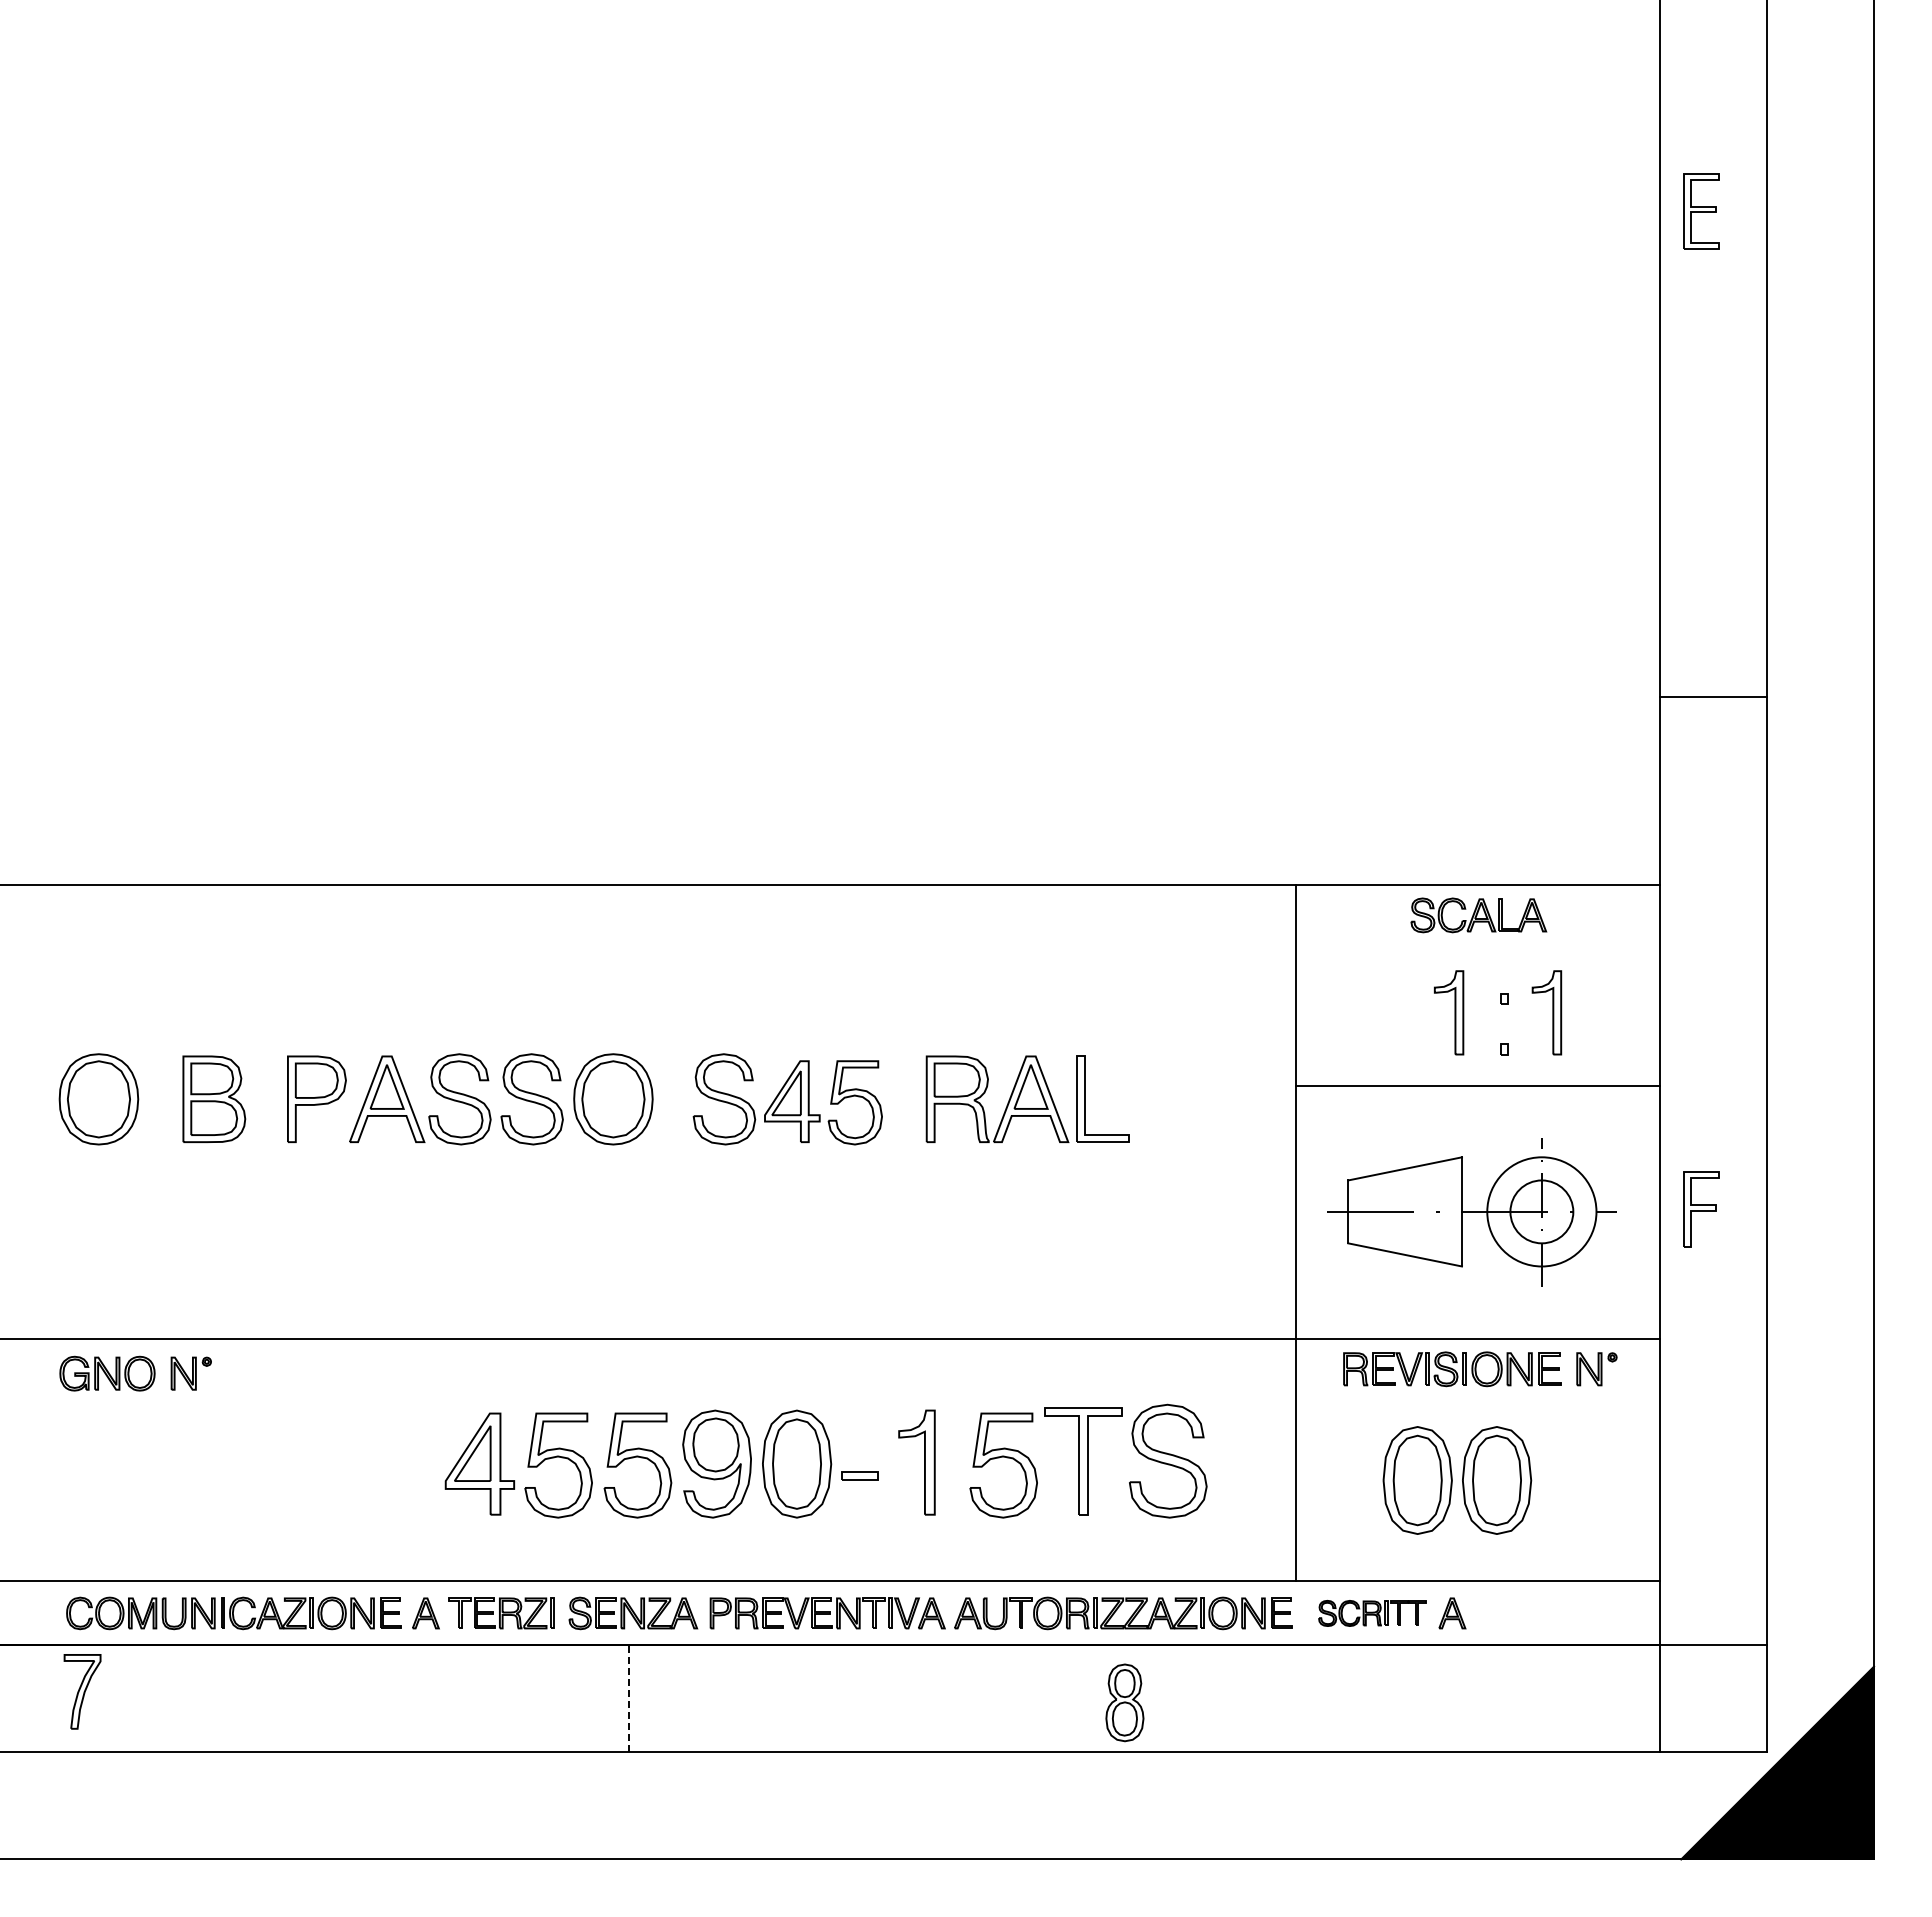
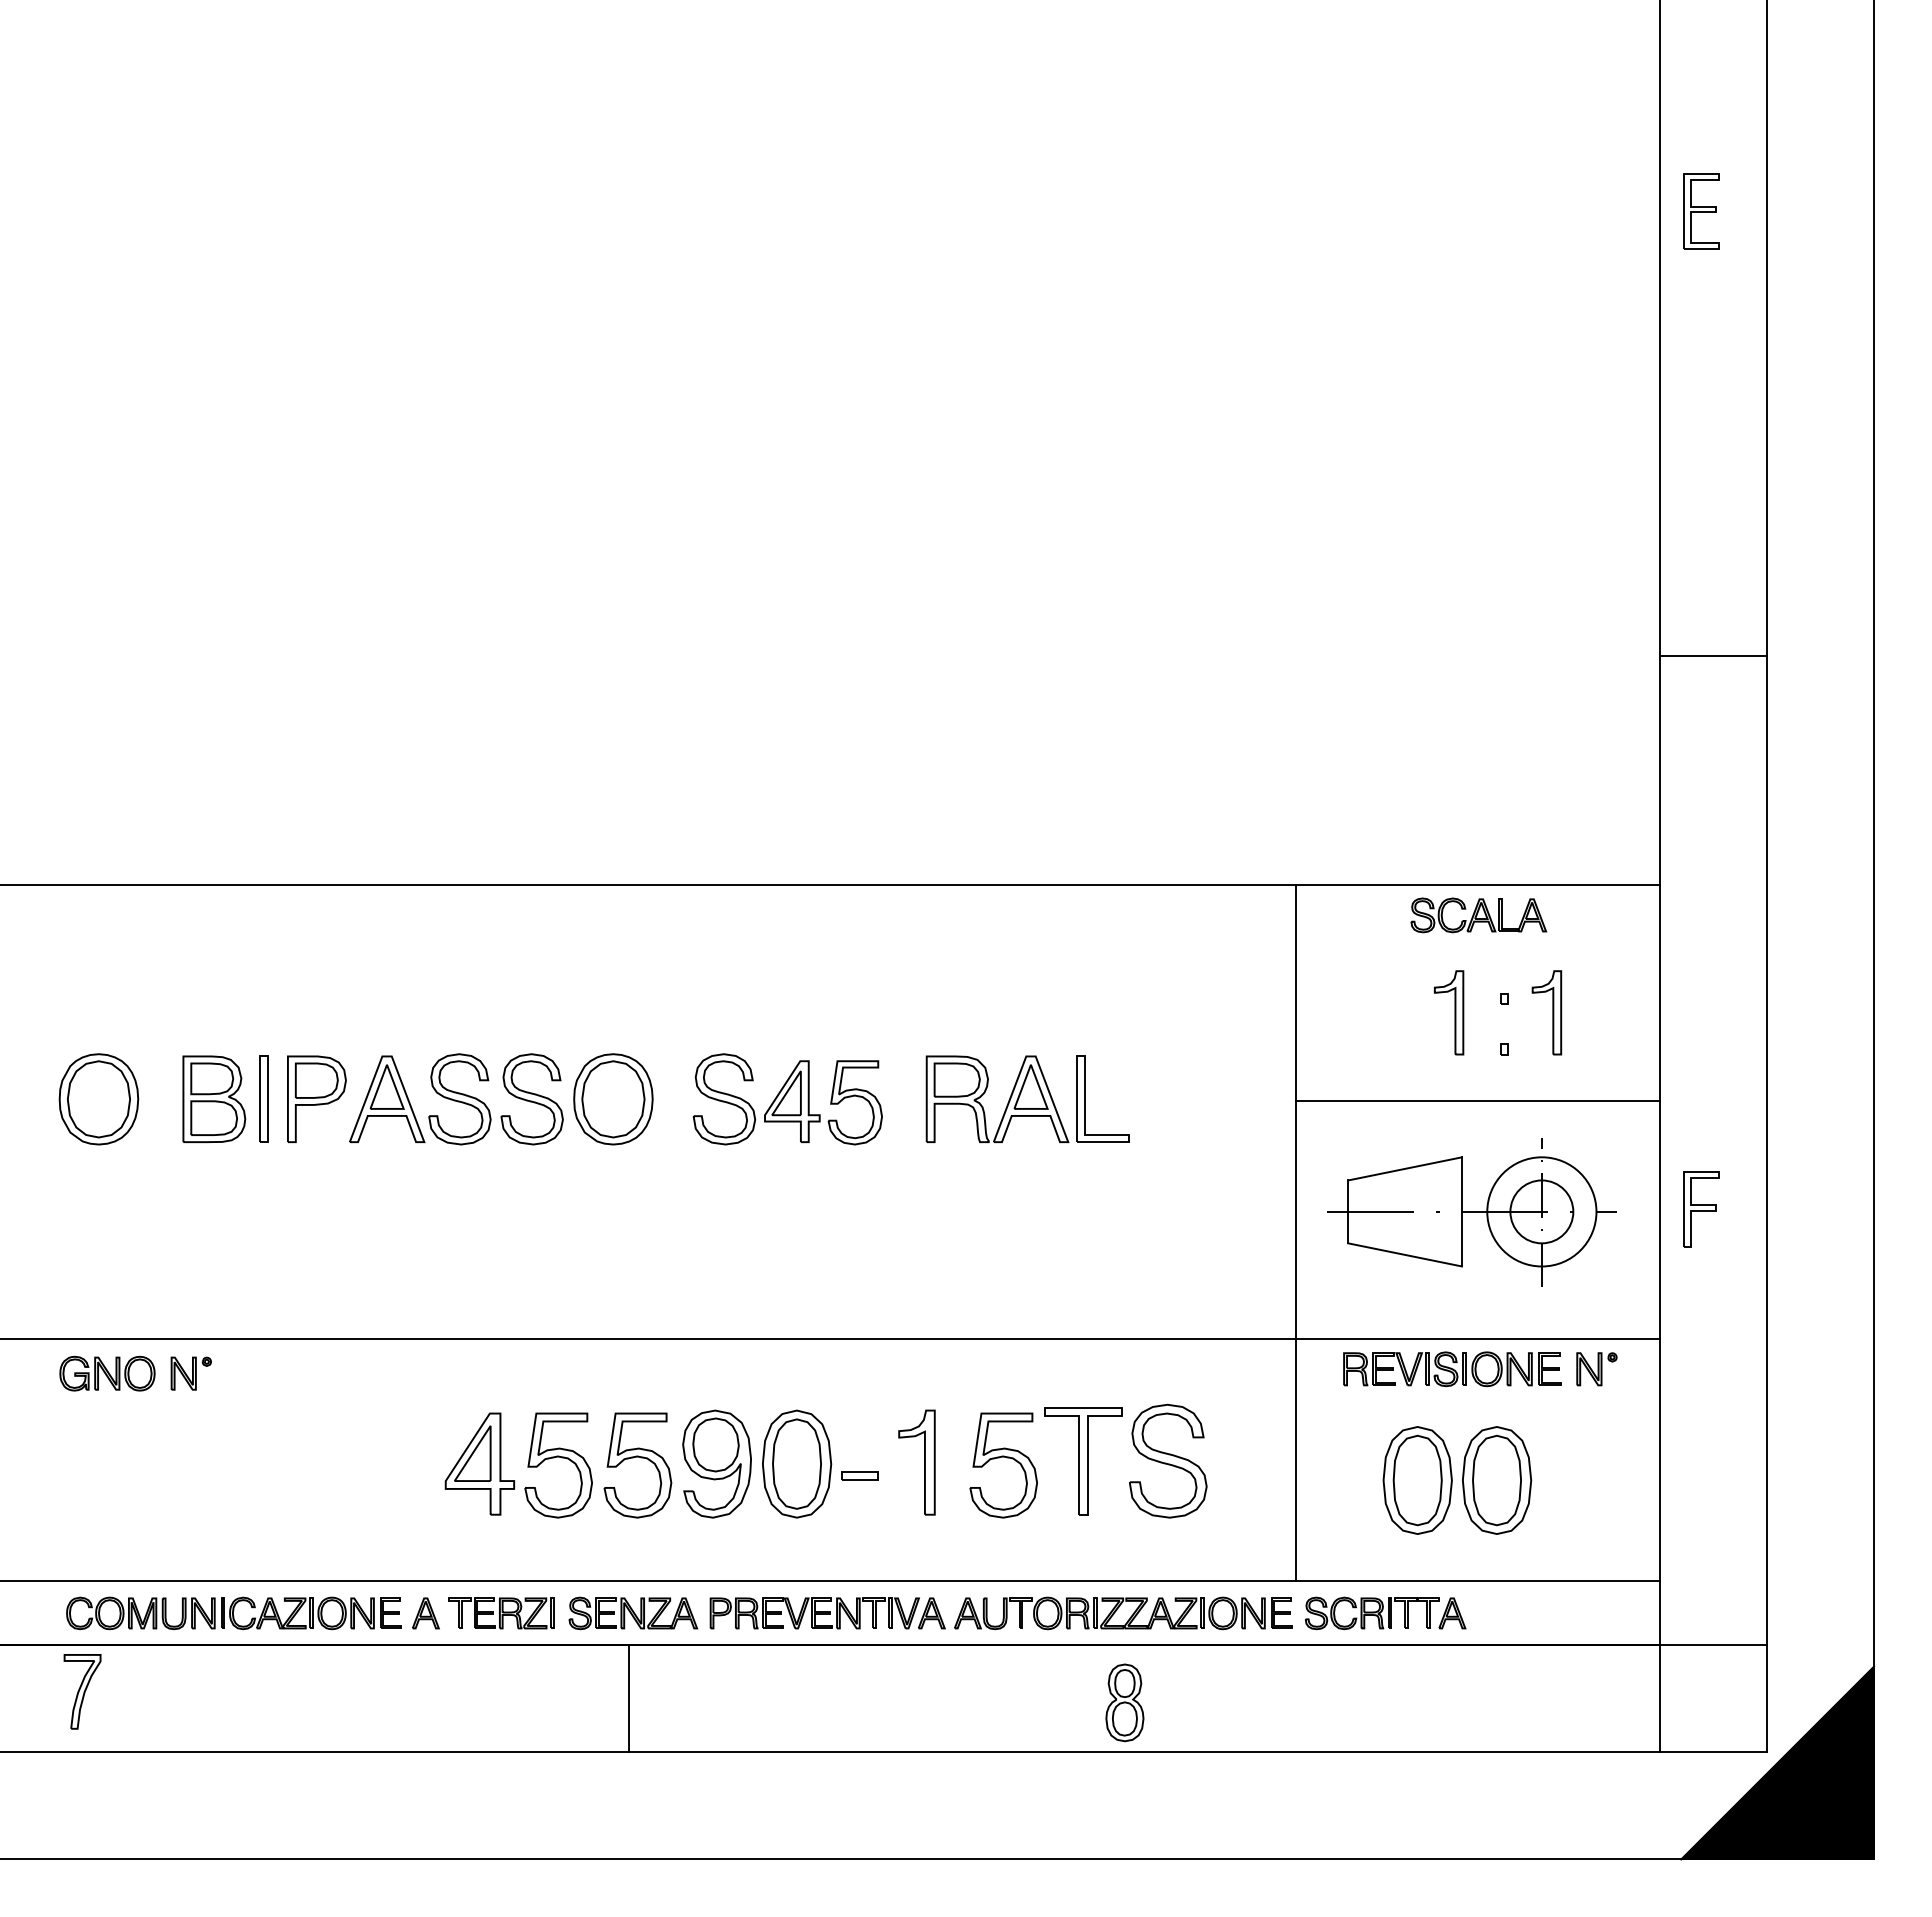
line at (1712, 697) position: (1712, 697) -> (1712, 656)
line at (1477, 1086) position: (1477, 1086) -> (1477, 1101)
part at (263, 1098): none -> present
part at (1372, 1612) size: 109x28 px -> 136x35 px
line at (628, 1698): dashed -> solid
